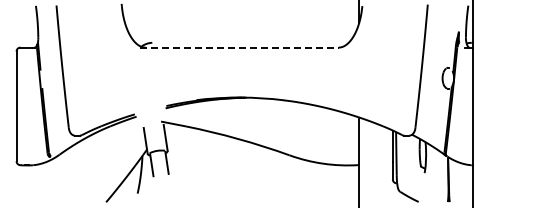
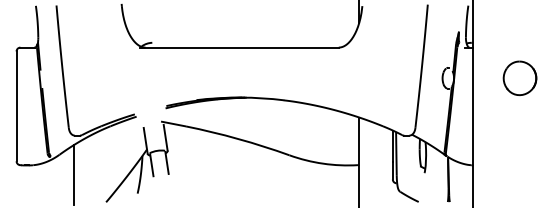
line at (240, 47): dashed -> solid
part at (519, 78): none -> present
line at (74, 174): none -> present
